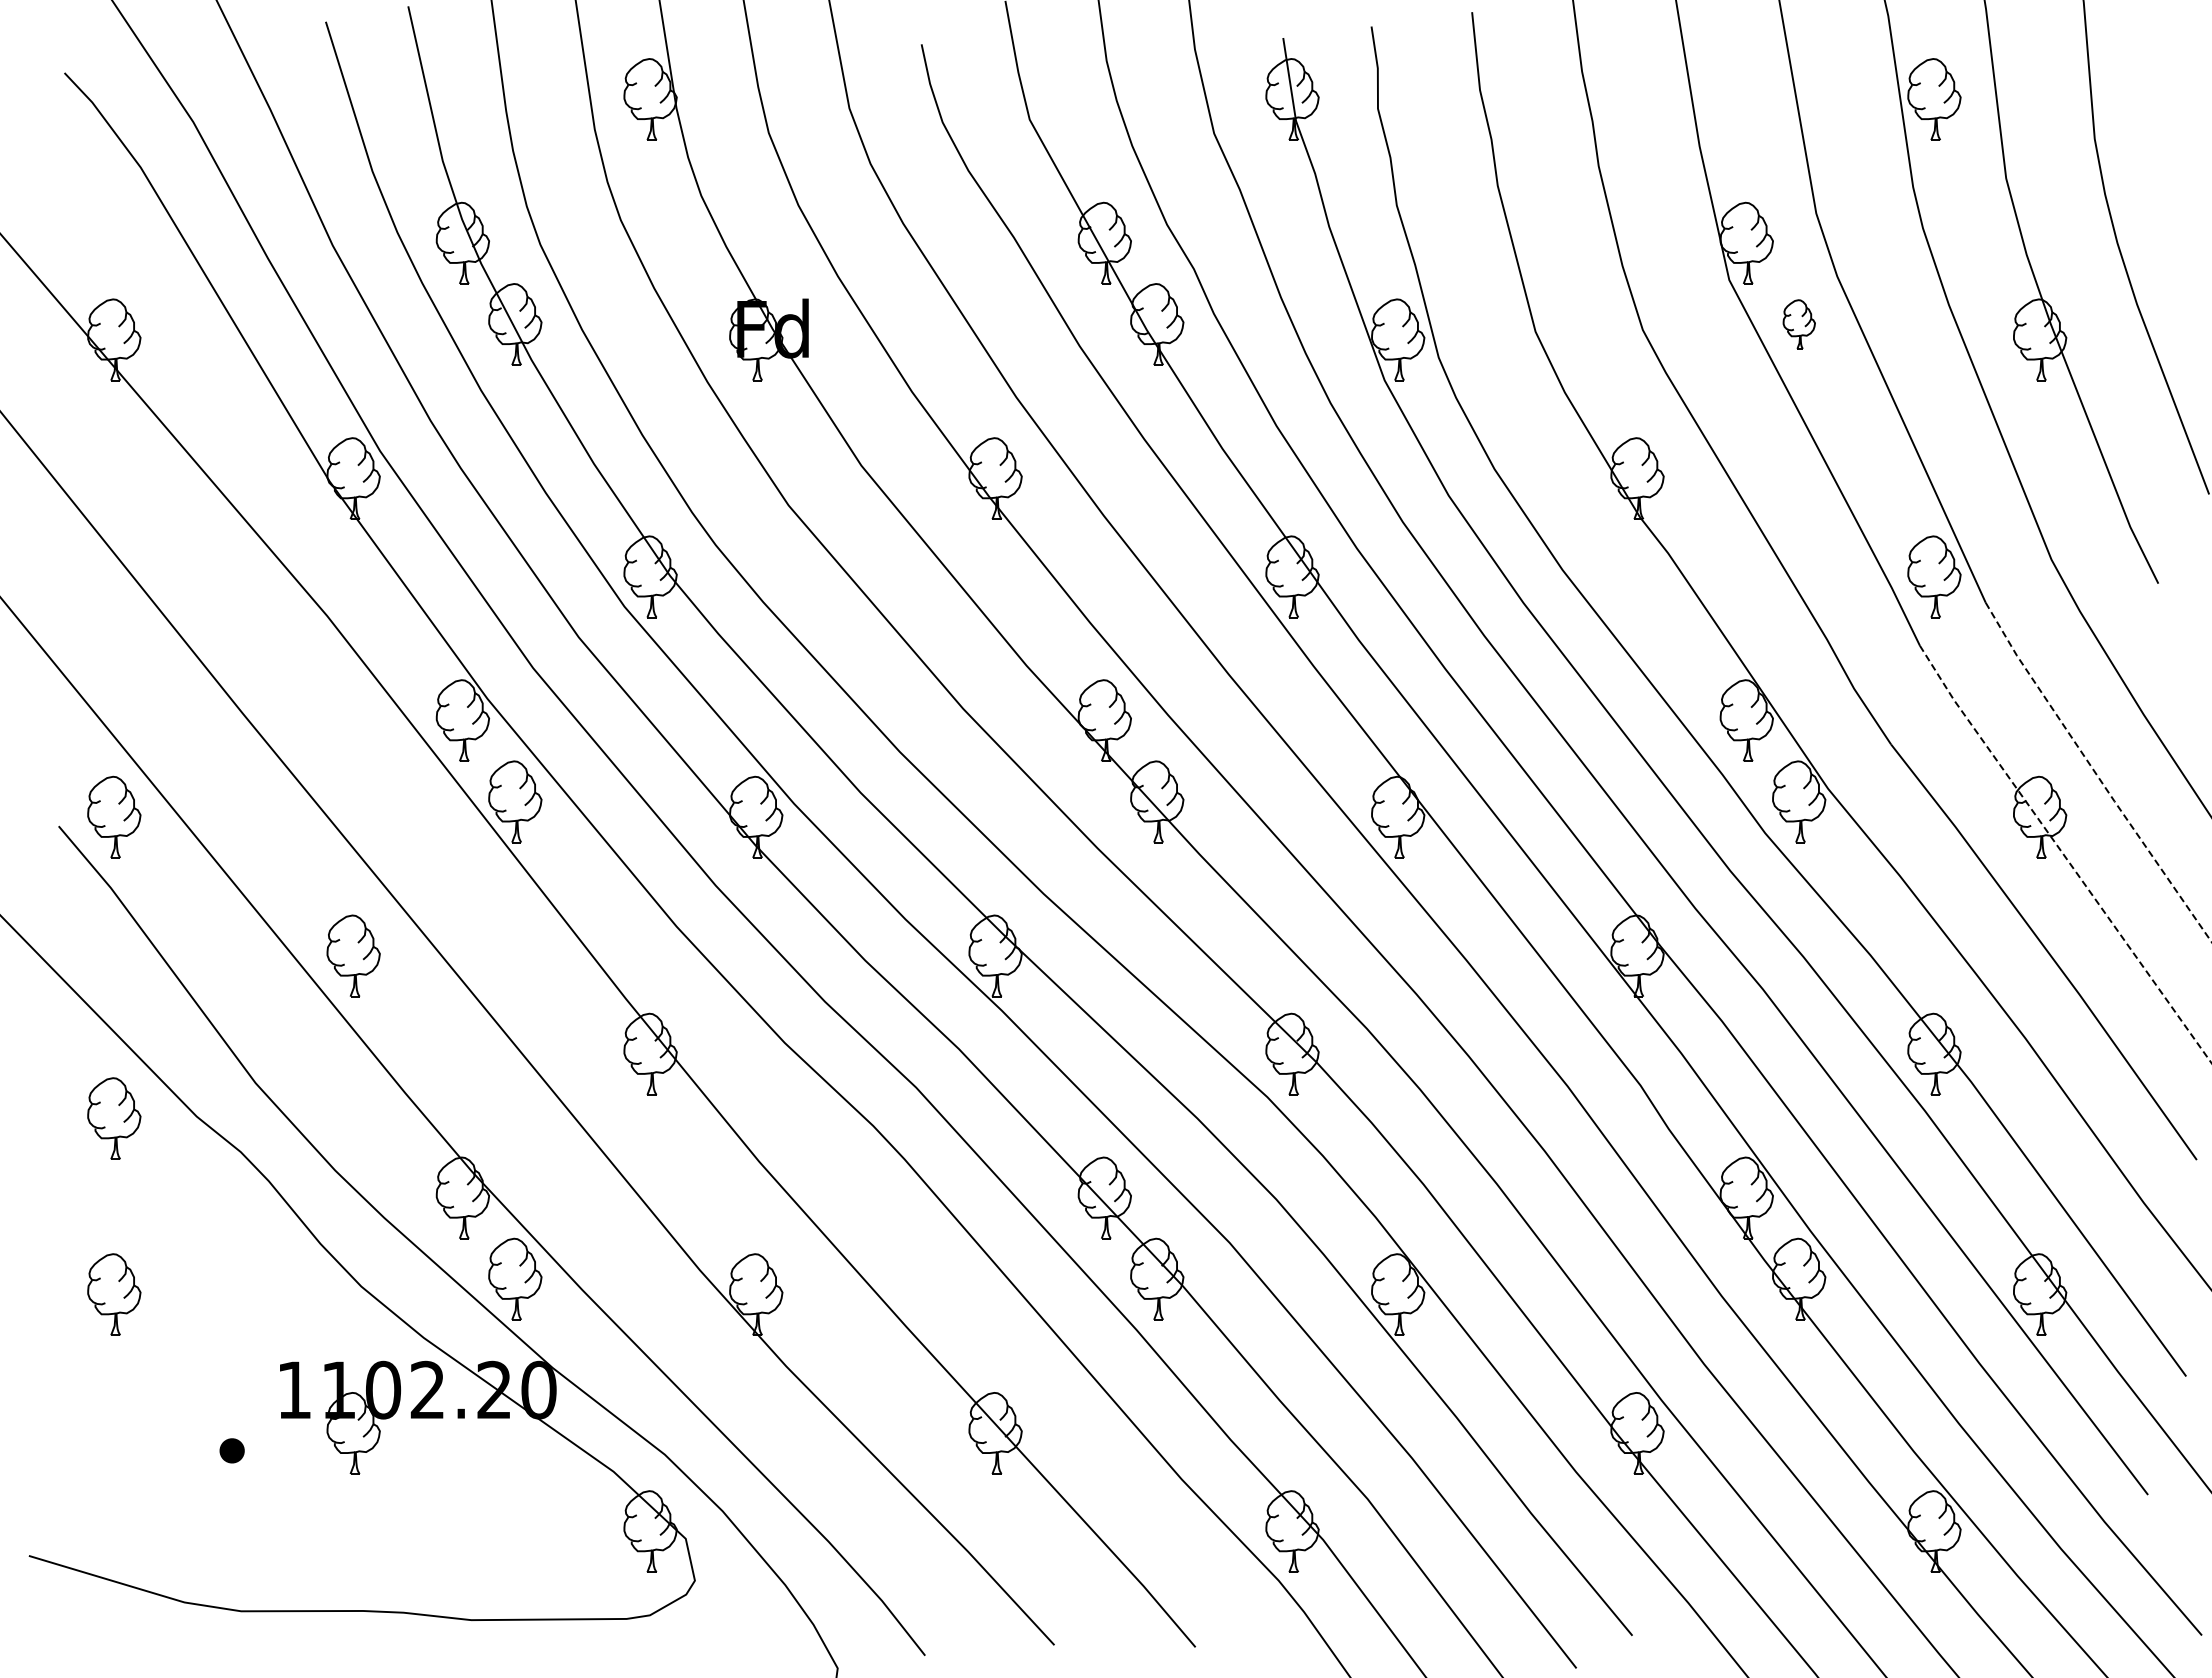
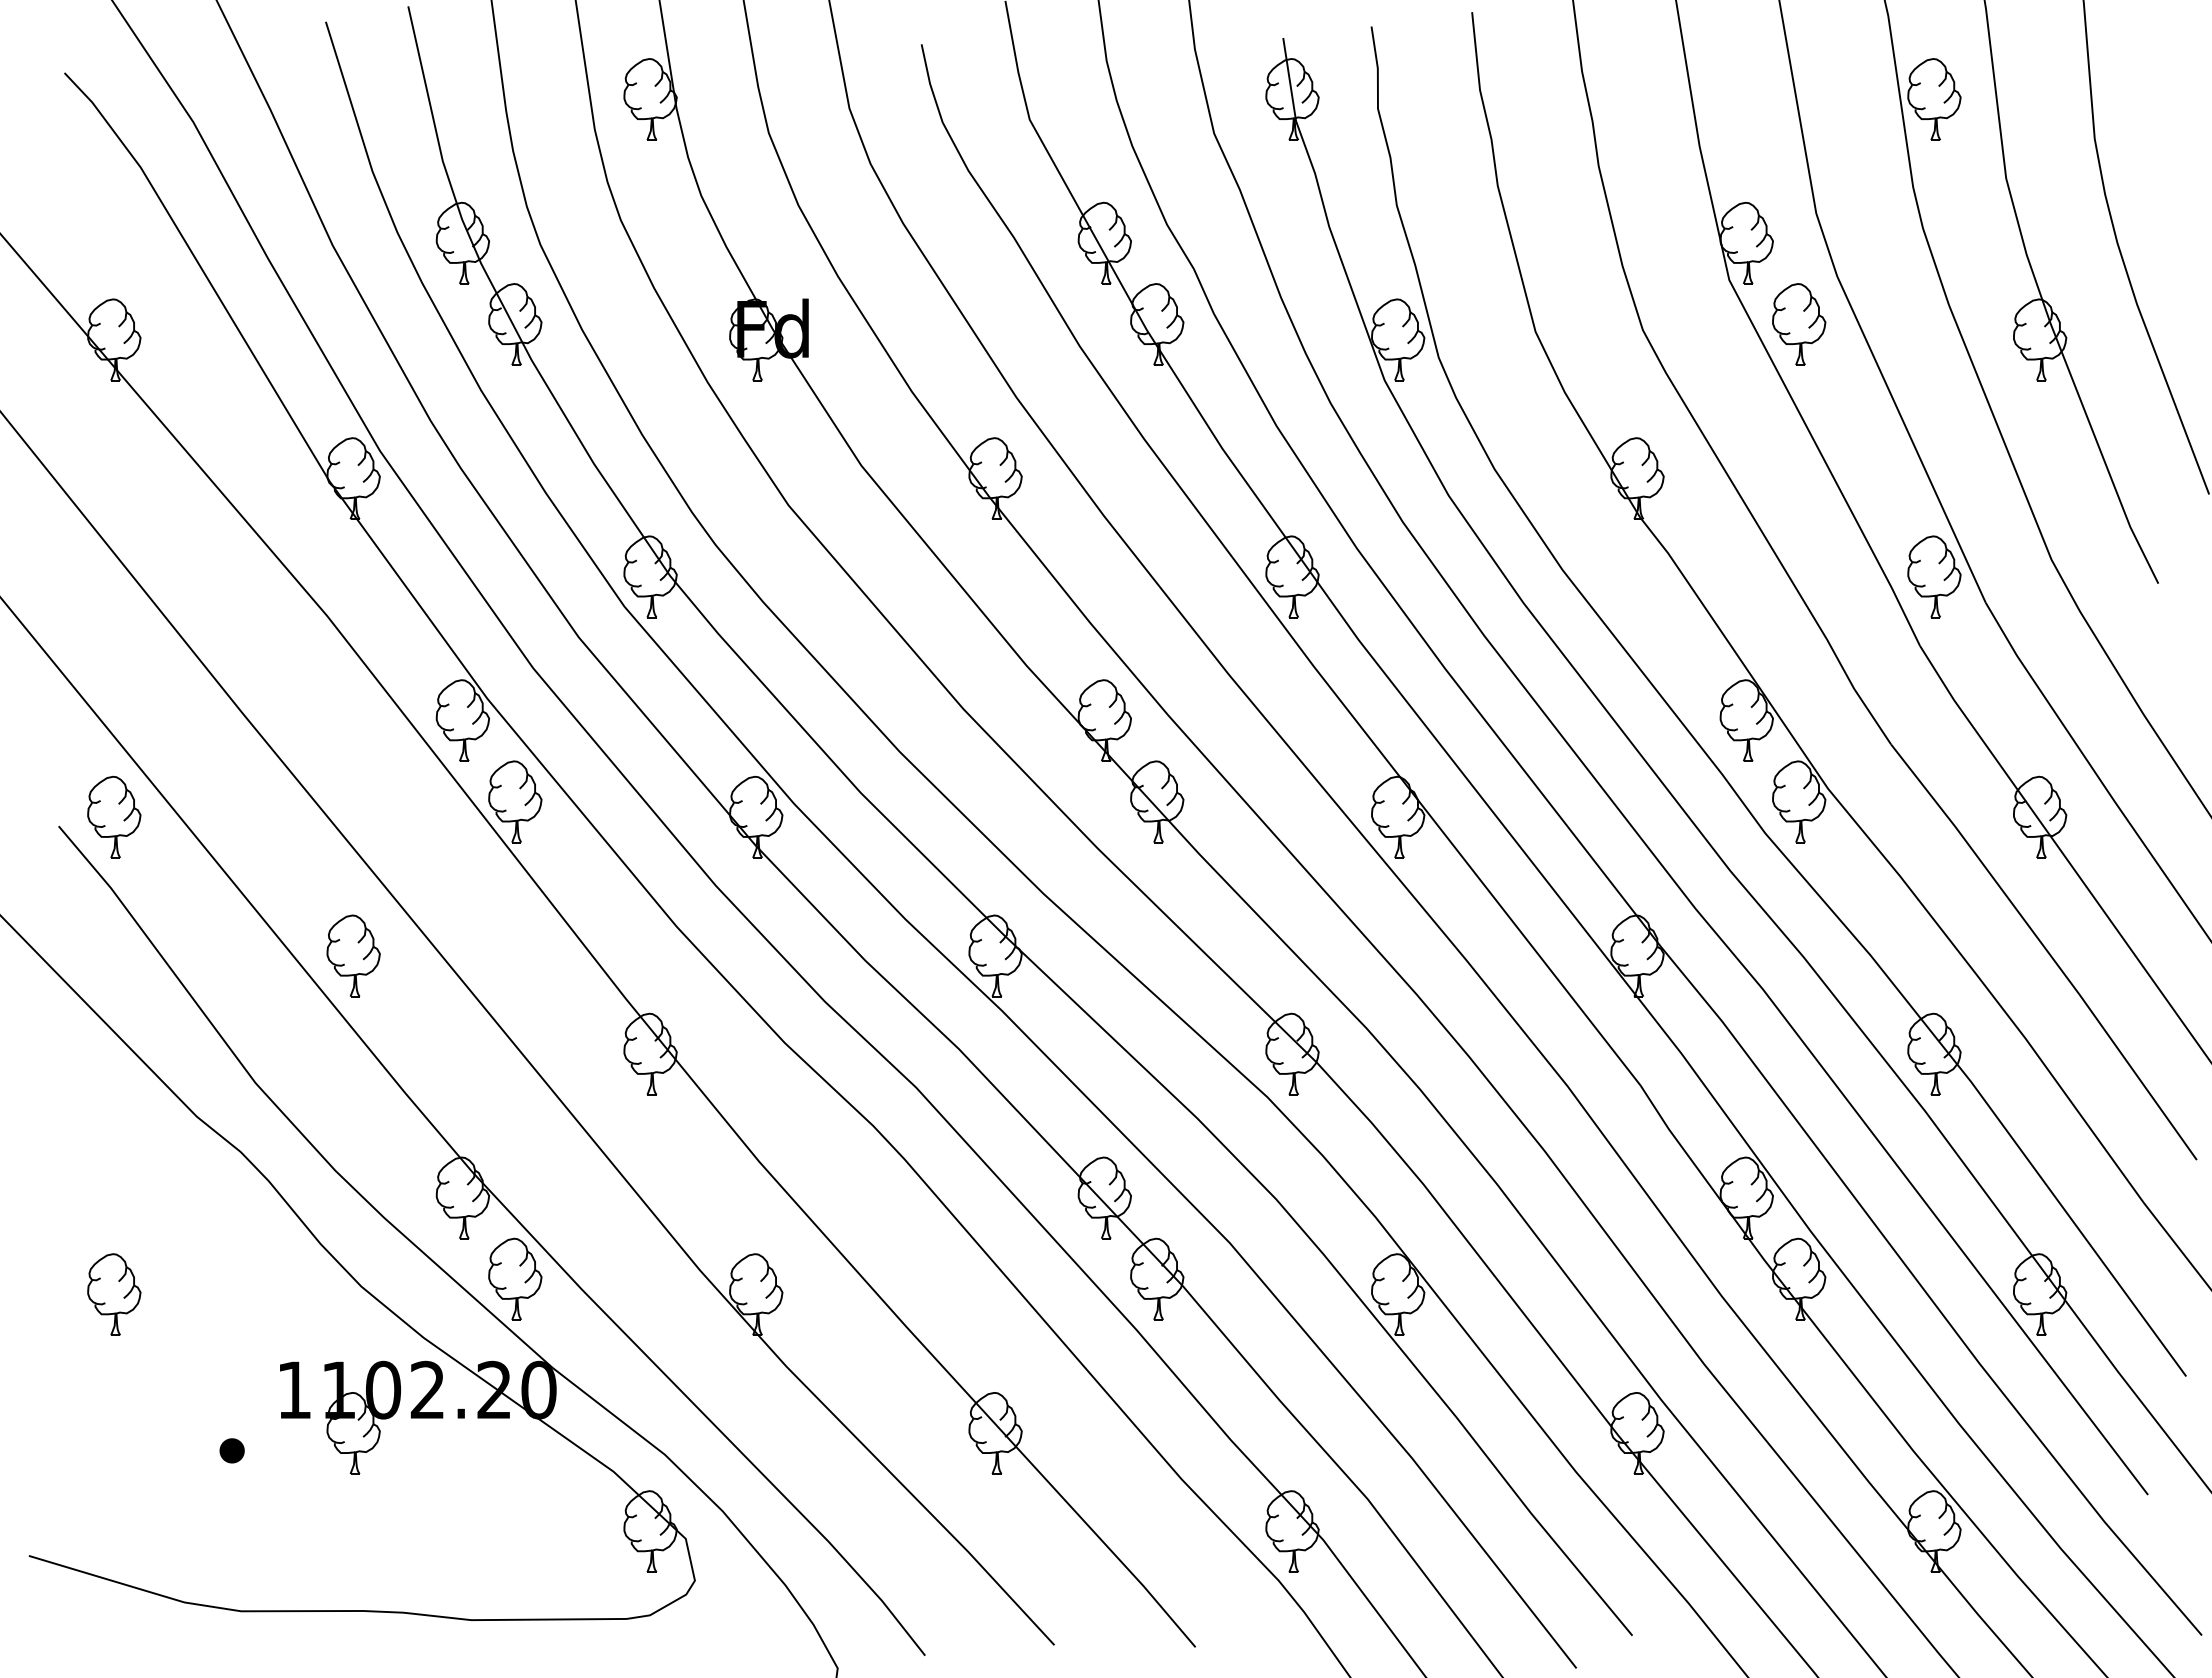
part at (1798, 324) size: 34x51 px -> 55x83 px
line at (2096, 774): dashed -> solid
line at (2063, 854): dashed -> solid
part at (114, 1118): present -> none
